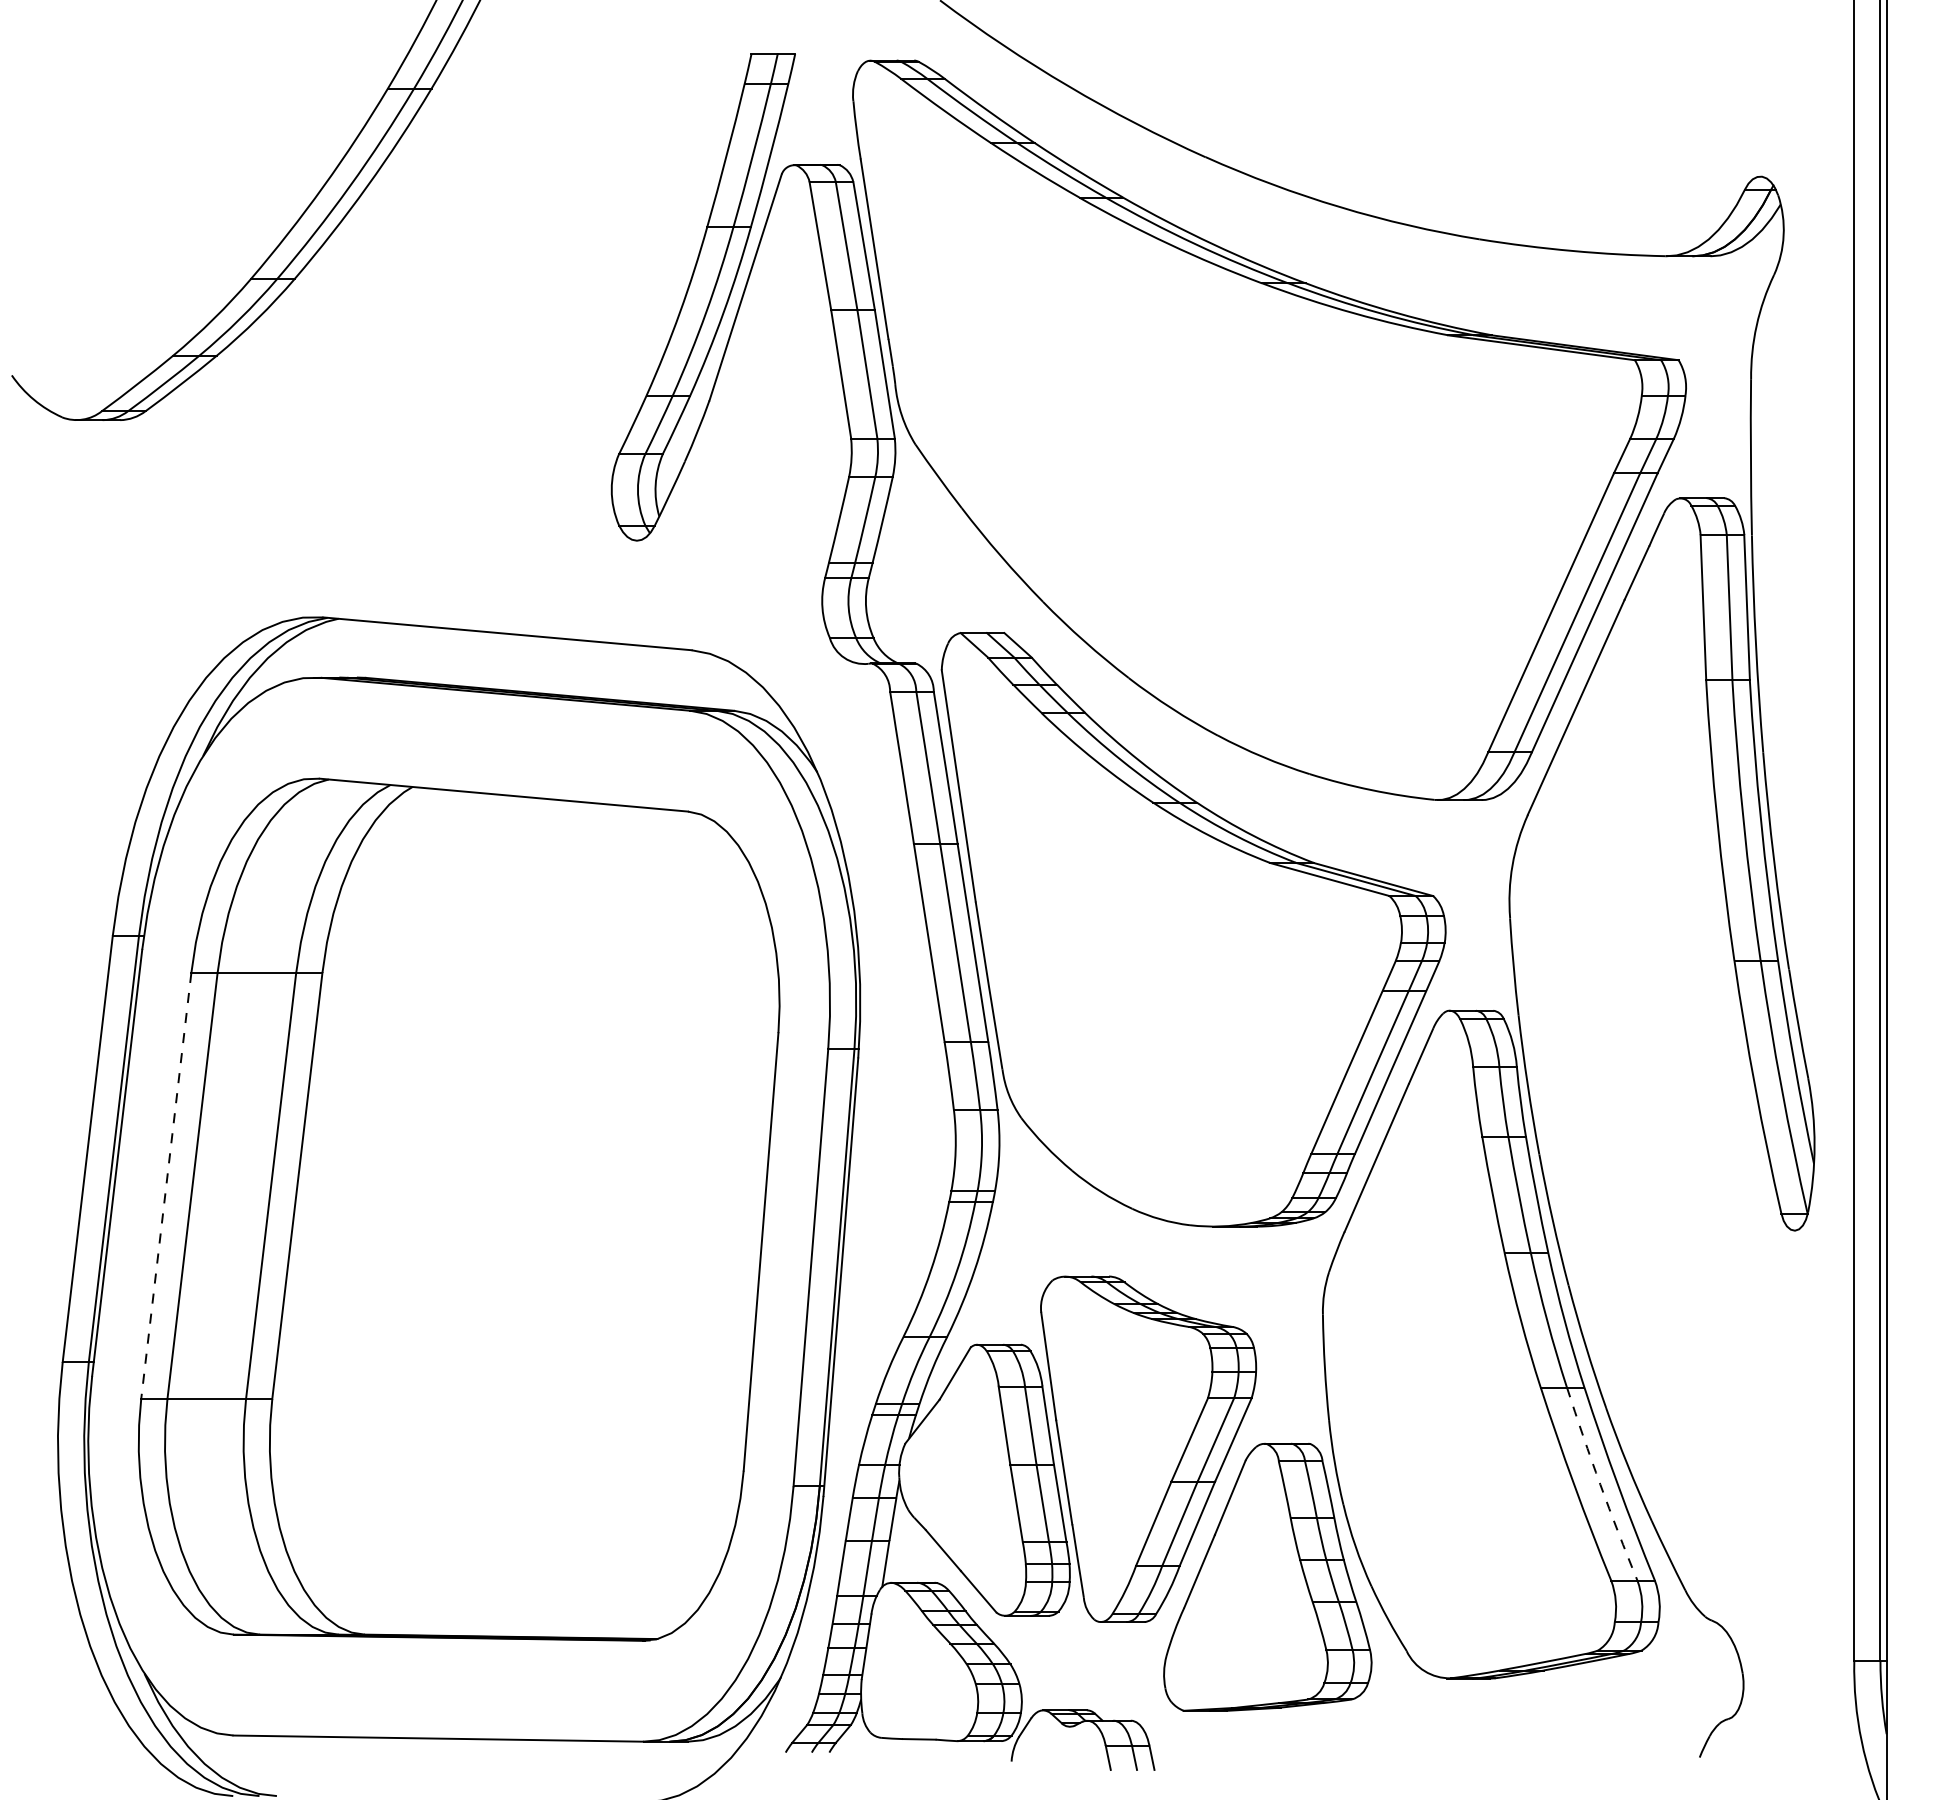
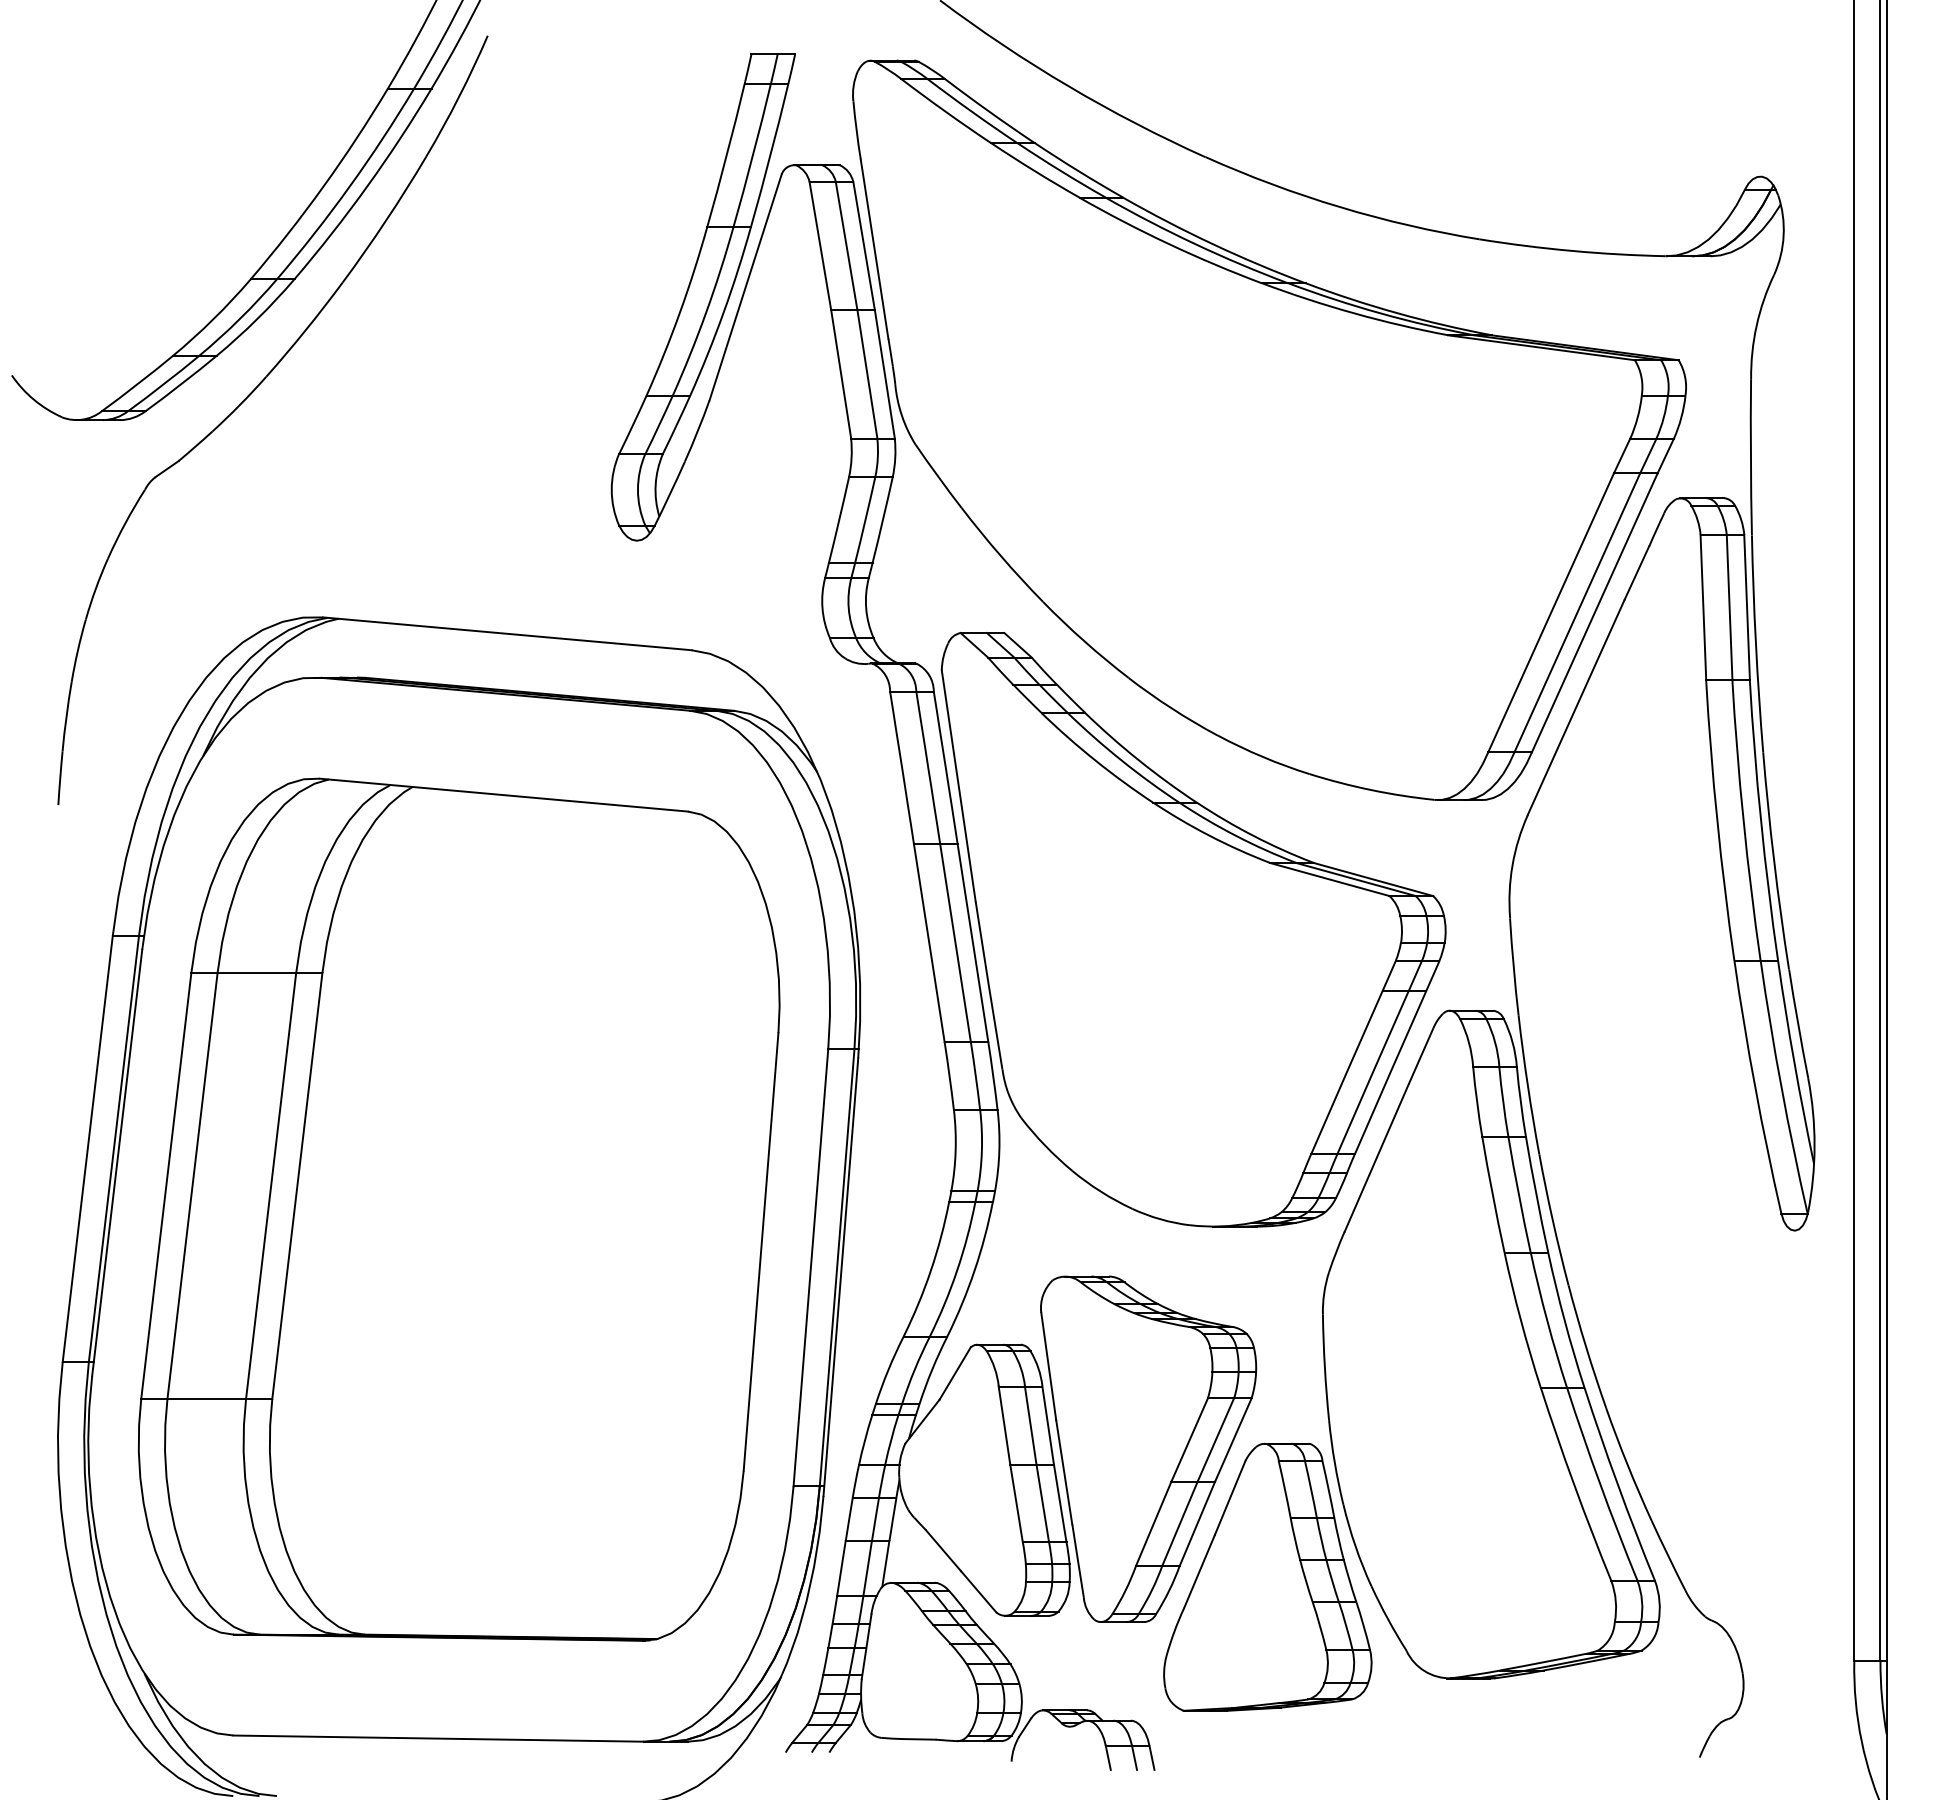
part at (249, 396): none -> present
line at (166, 1185): dashed -> solid
arc at (1600, 1484): dashed -> solid
